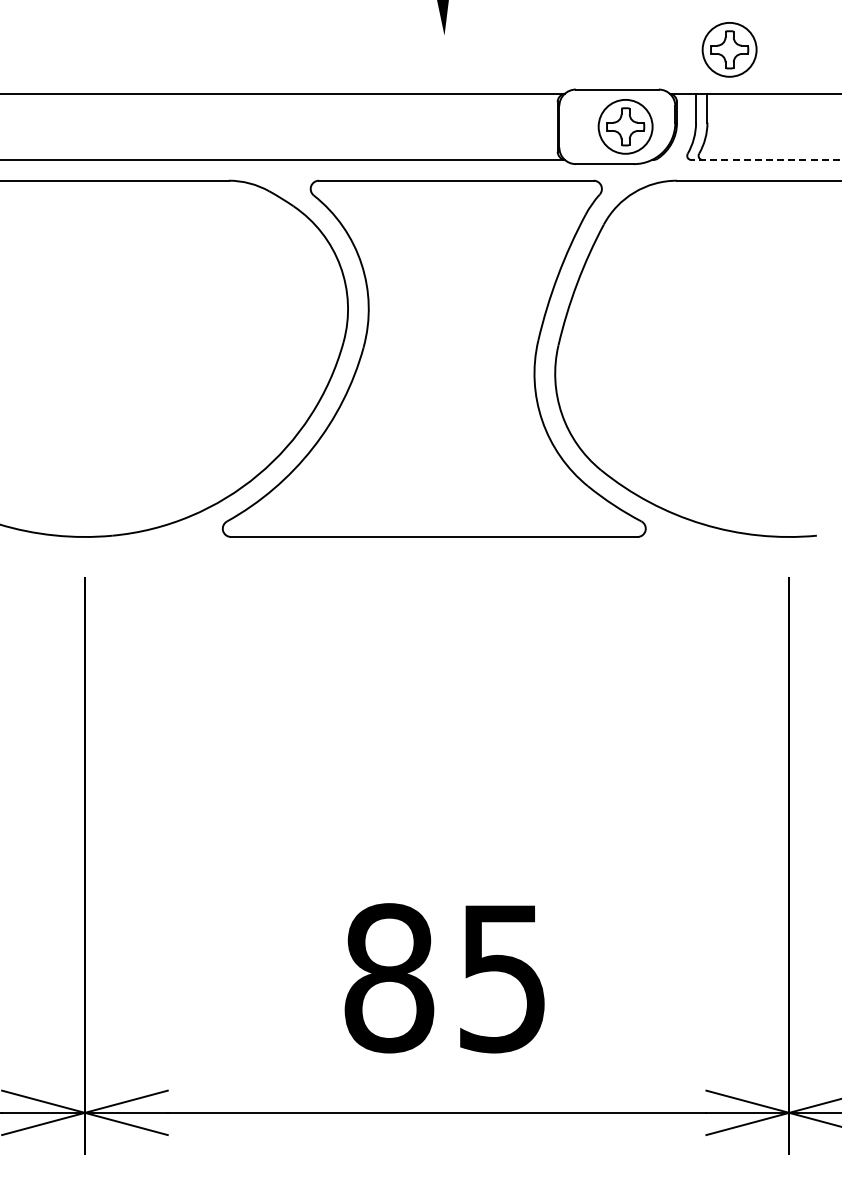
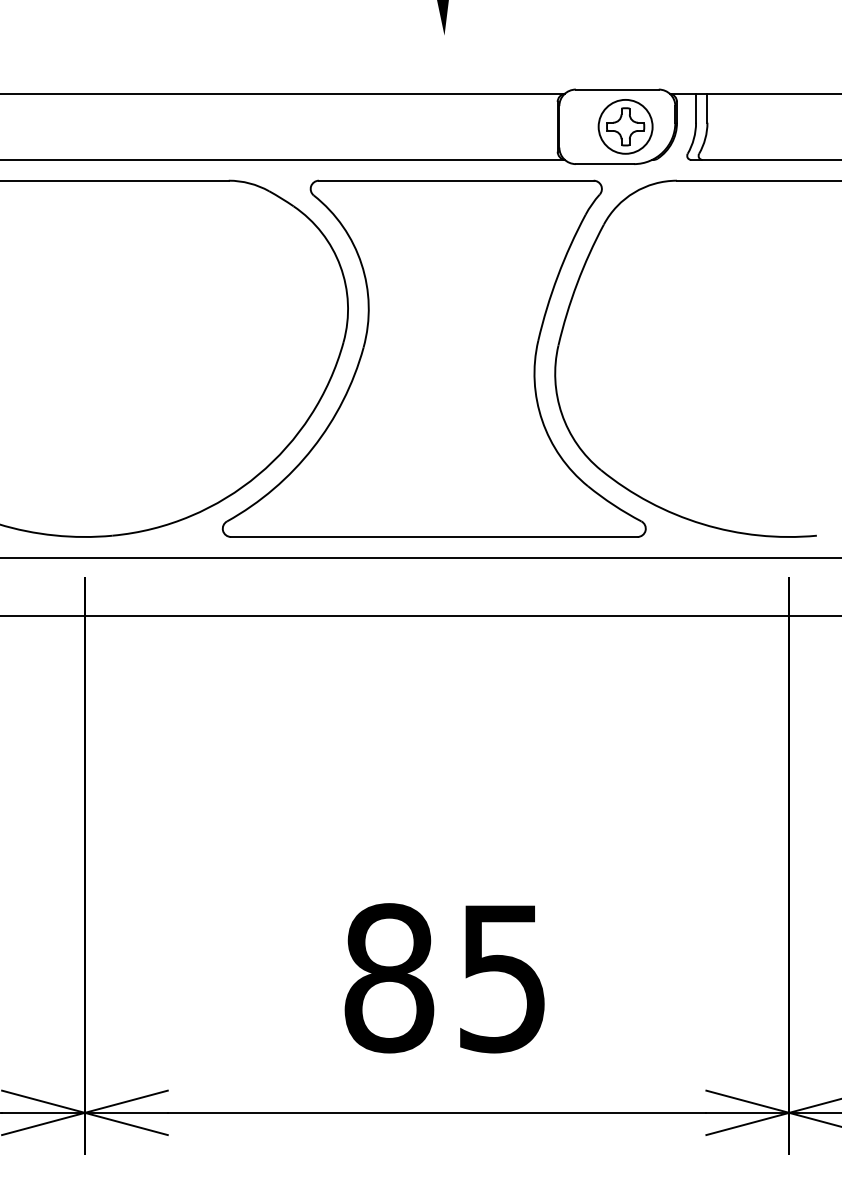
part at (729, 49): present -> none
line at (766, 160): dashed -> solid
line at (420, 557): none -> present
line at (420, 615): none -> present
